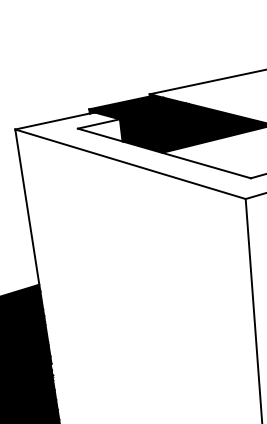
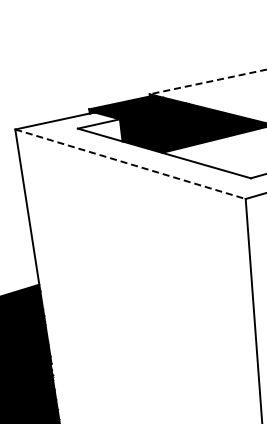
line at (207, 82): solid -> dashed
line at (130, 164): solid -> dashed
